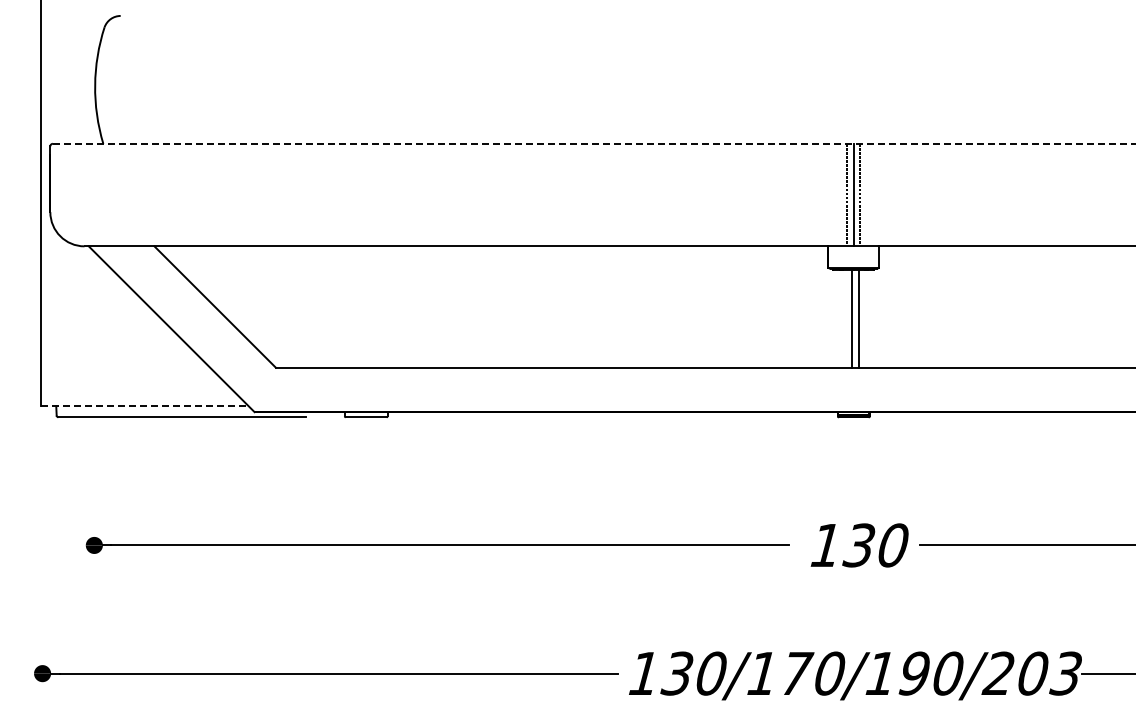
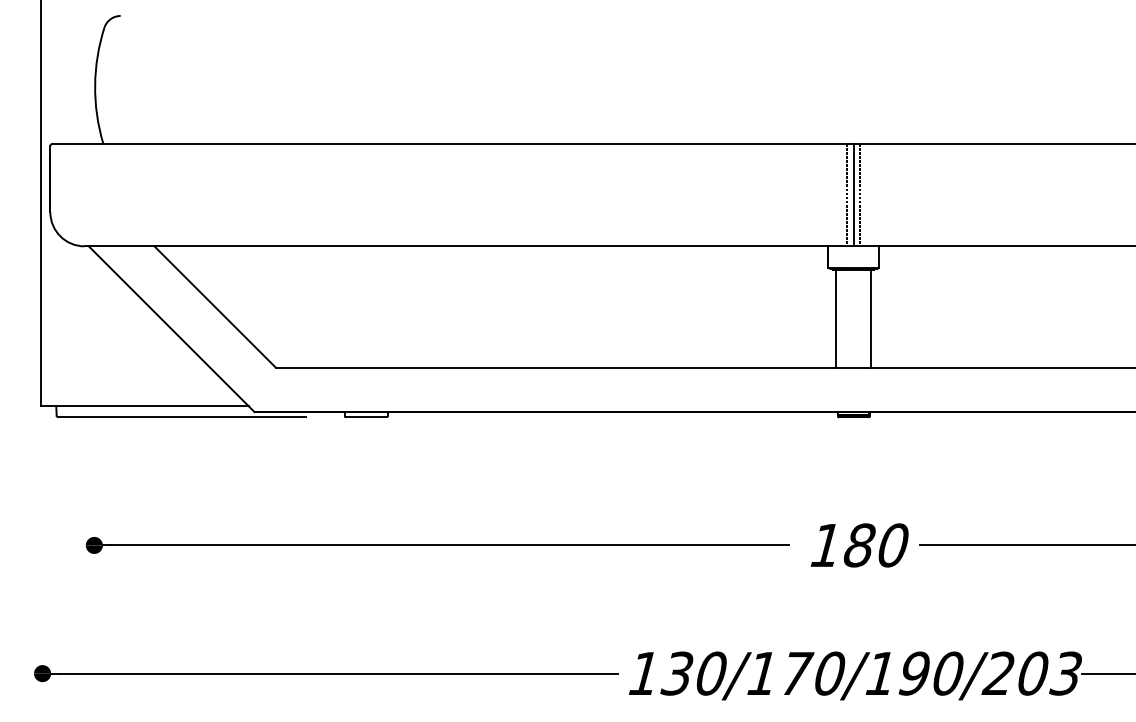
line at (594, 143): dashed -> solid
line at (852, 318) position: (852, 318) -> (836, 318)
line at (859, 318) position: (859, 318) -> (871, 318)
line at (145, 406): dashed -> solid
text at (858, 545): 130 -> 180
